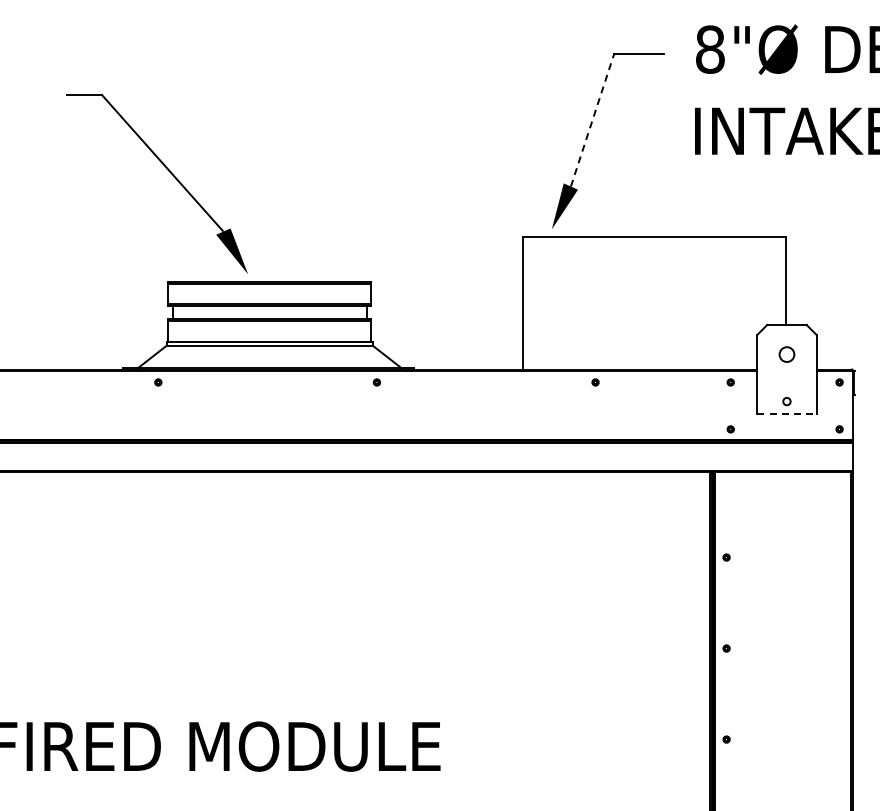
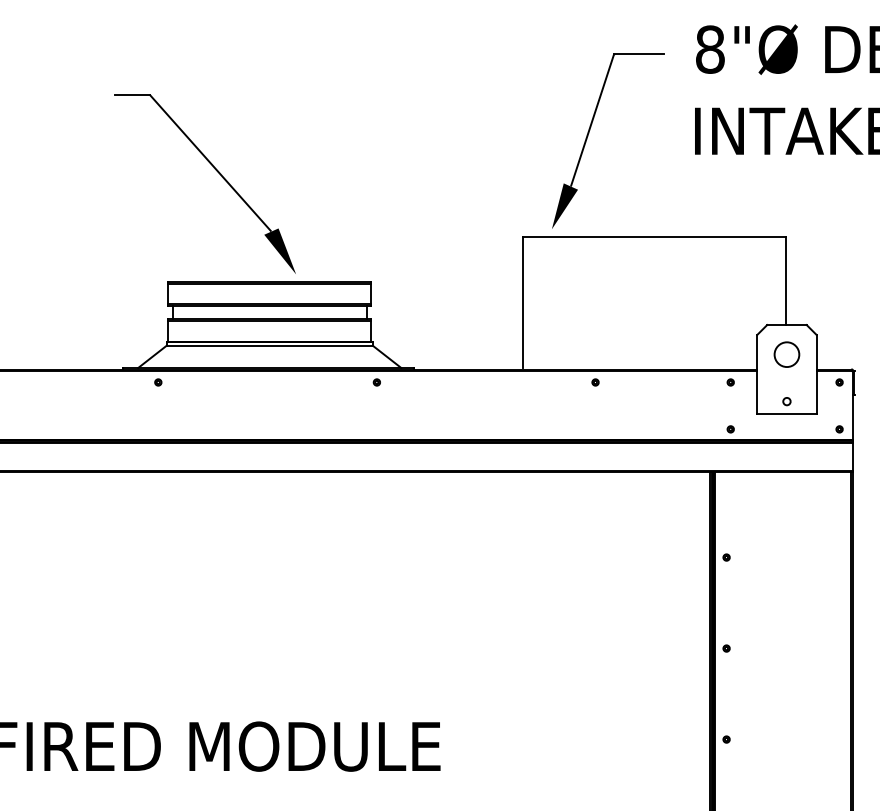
line at (592, 120): dashed -> solid
part at (168, 171) position: (168, 171) -> (216, 171)
circle at (786, 354) size: 18x17 px -> 28x27 px
line at (786, 413): dashed -> solid
